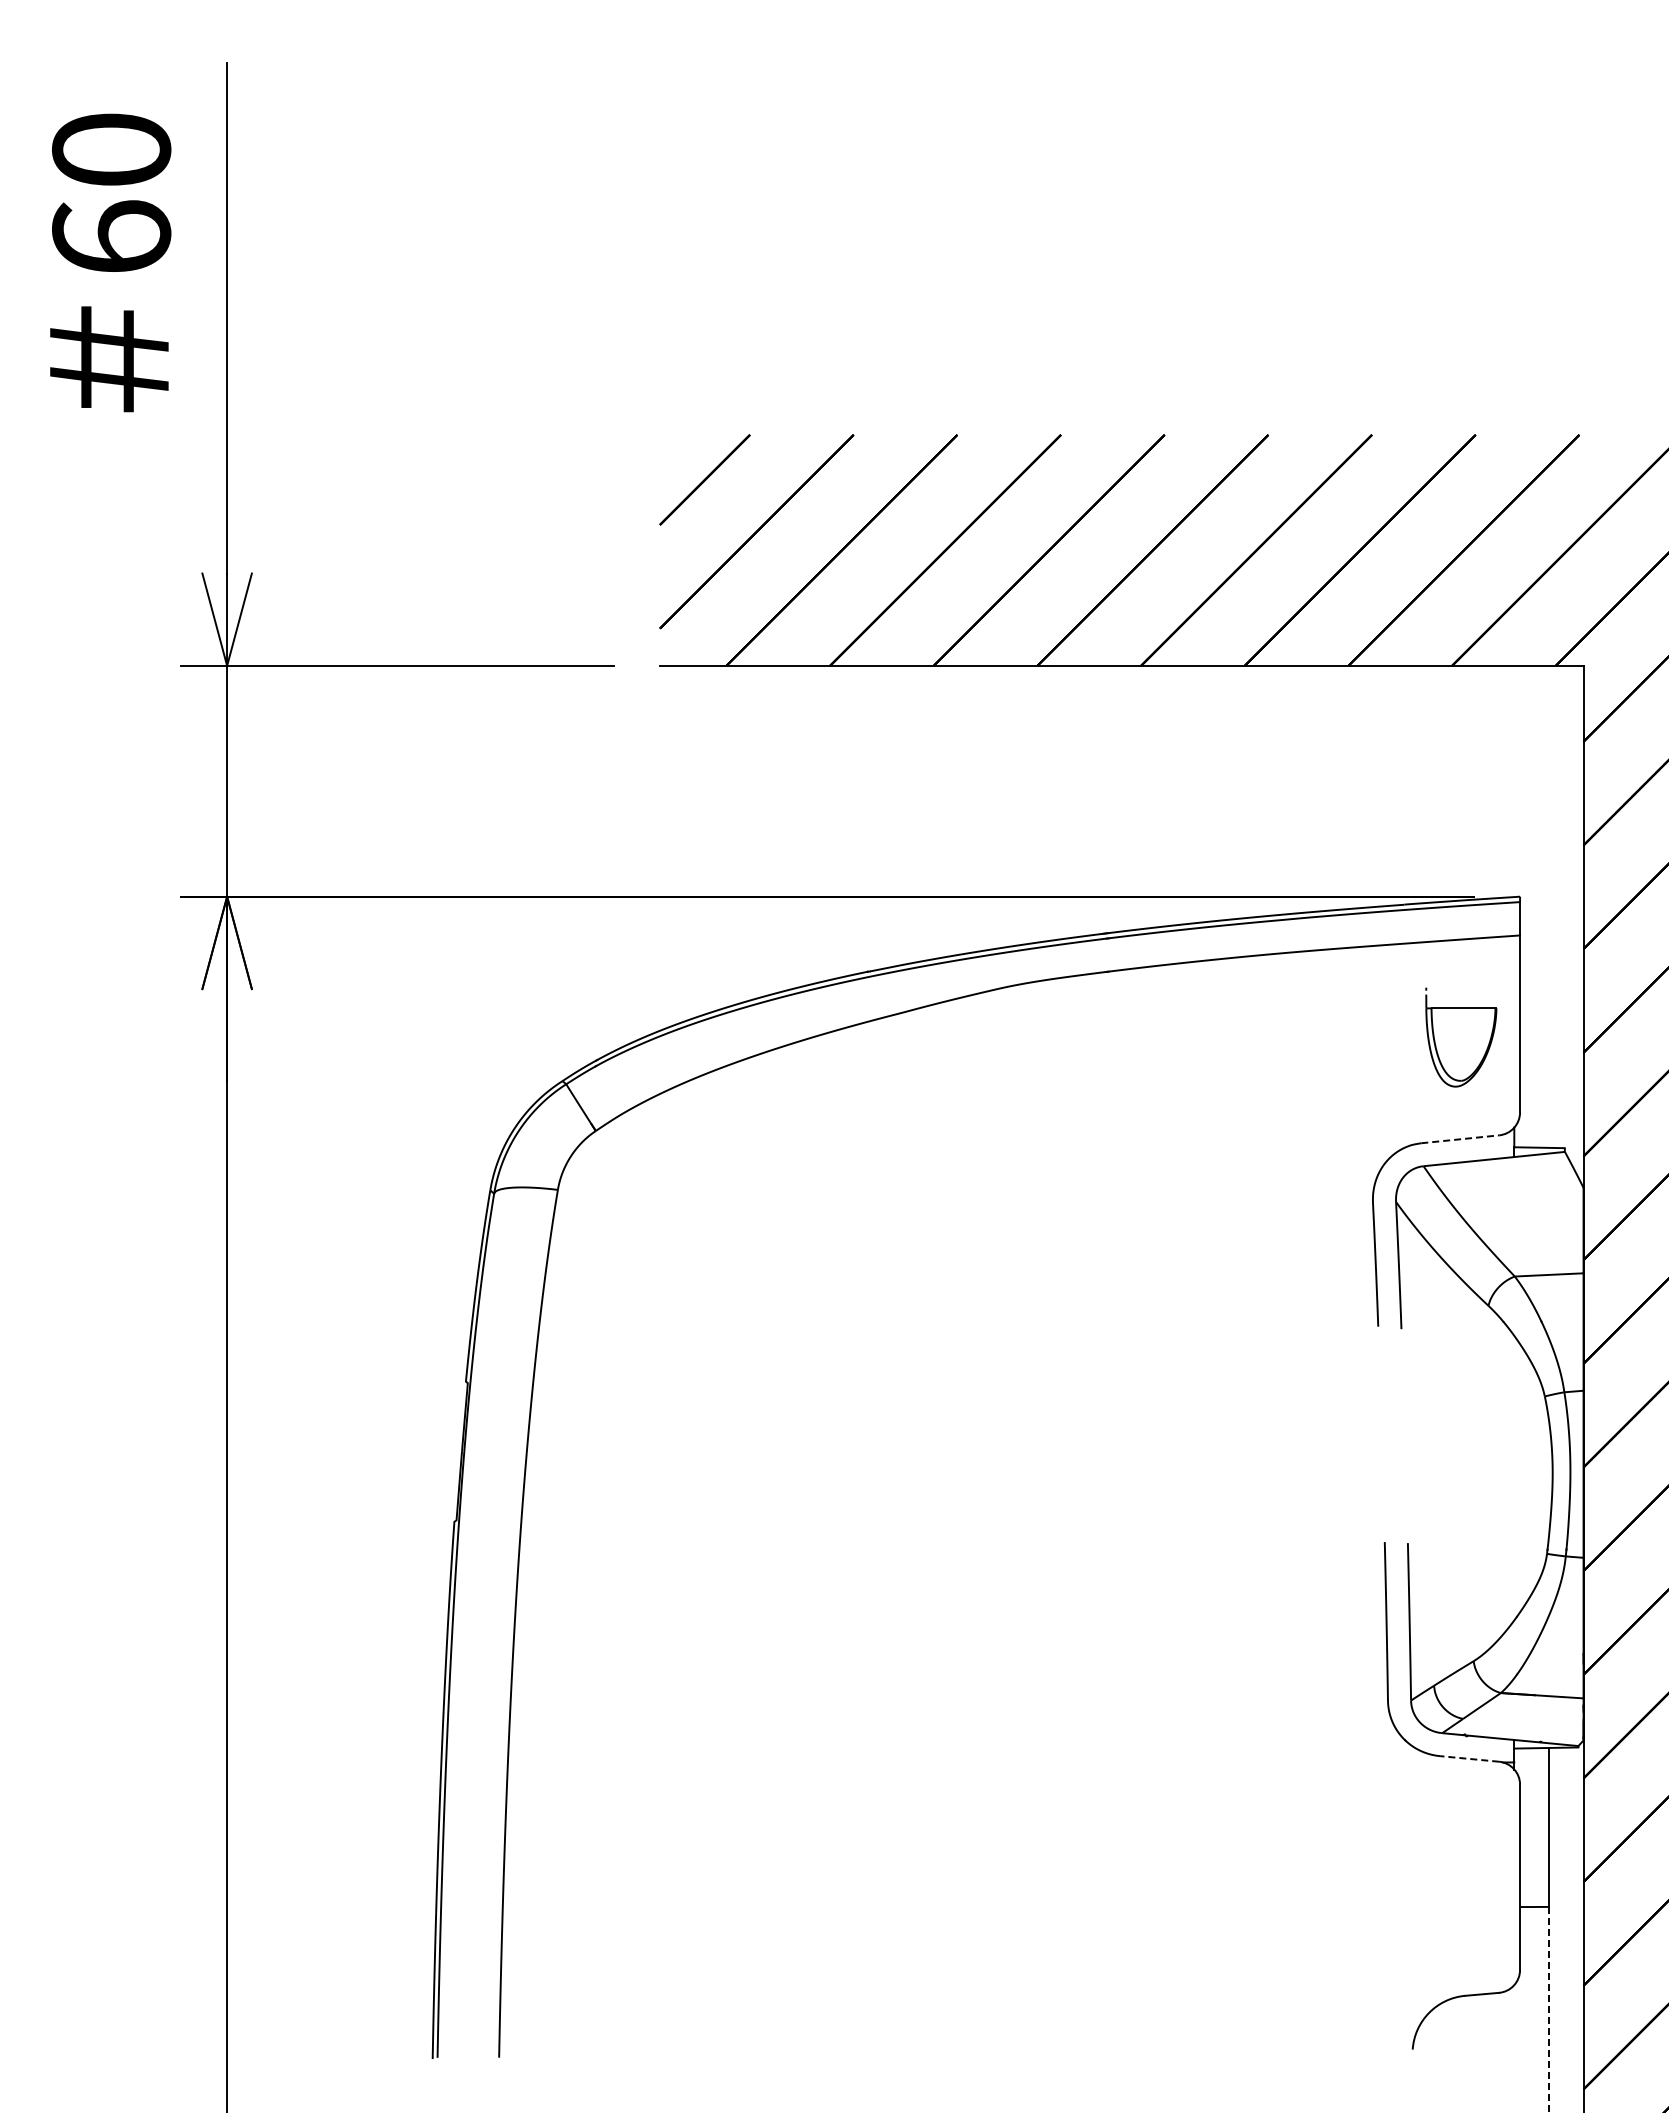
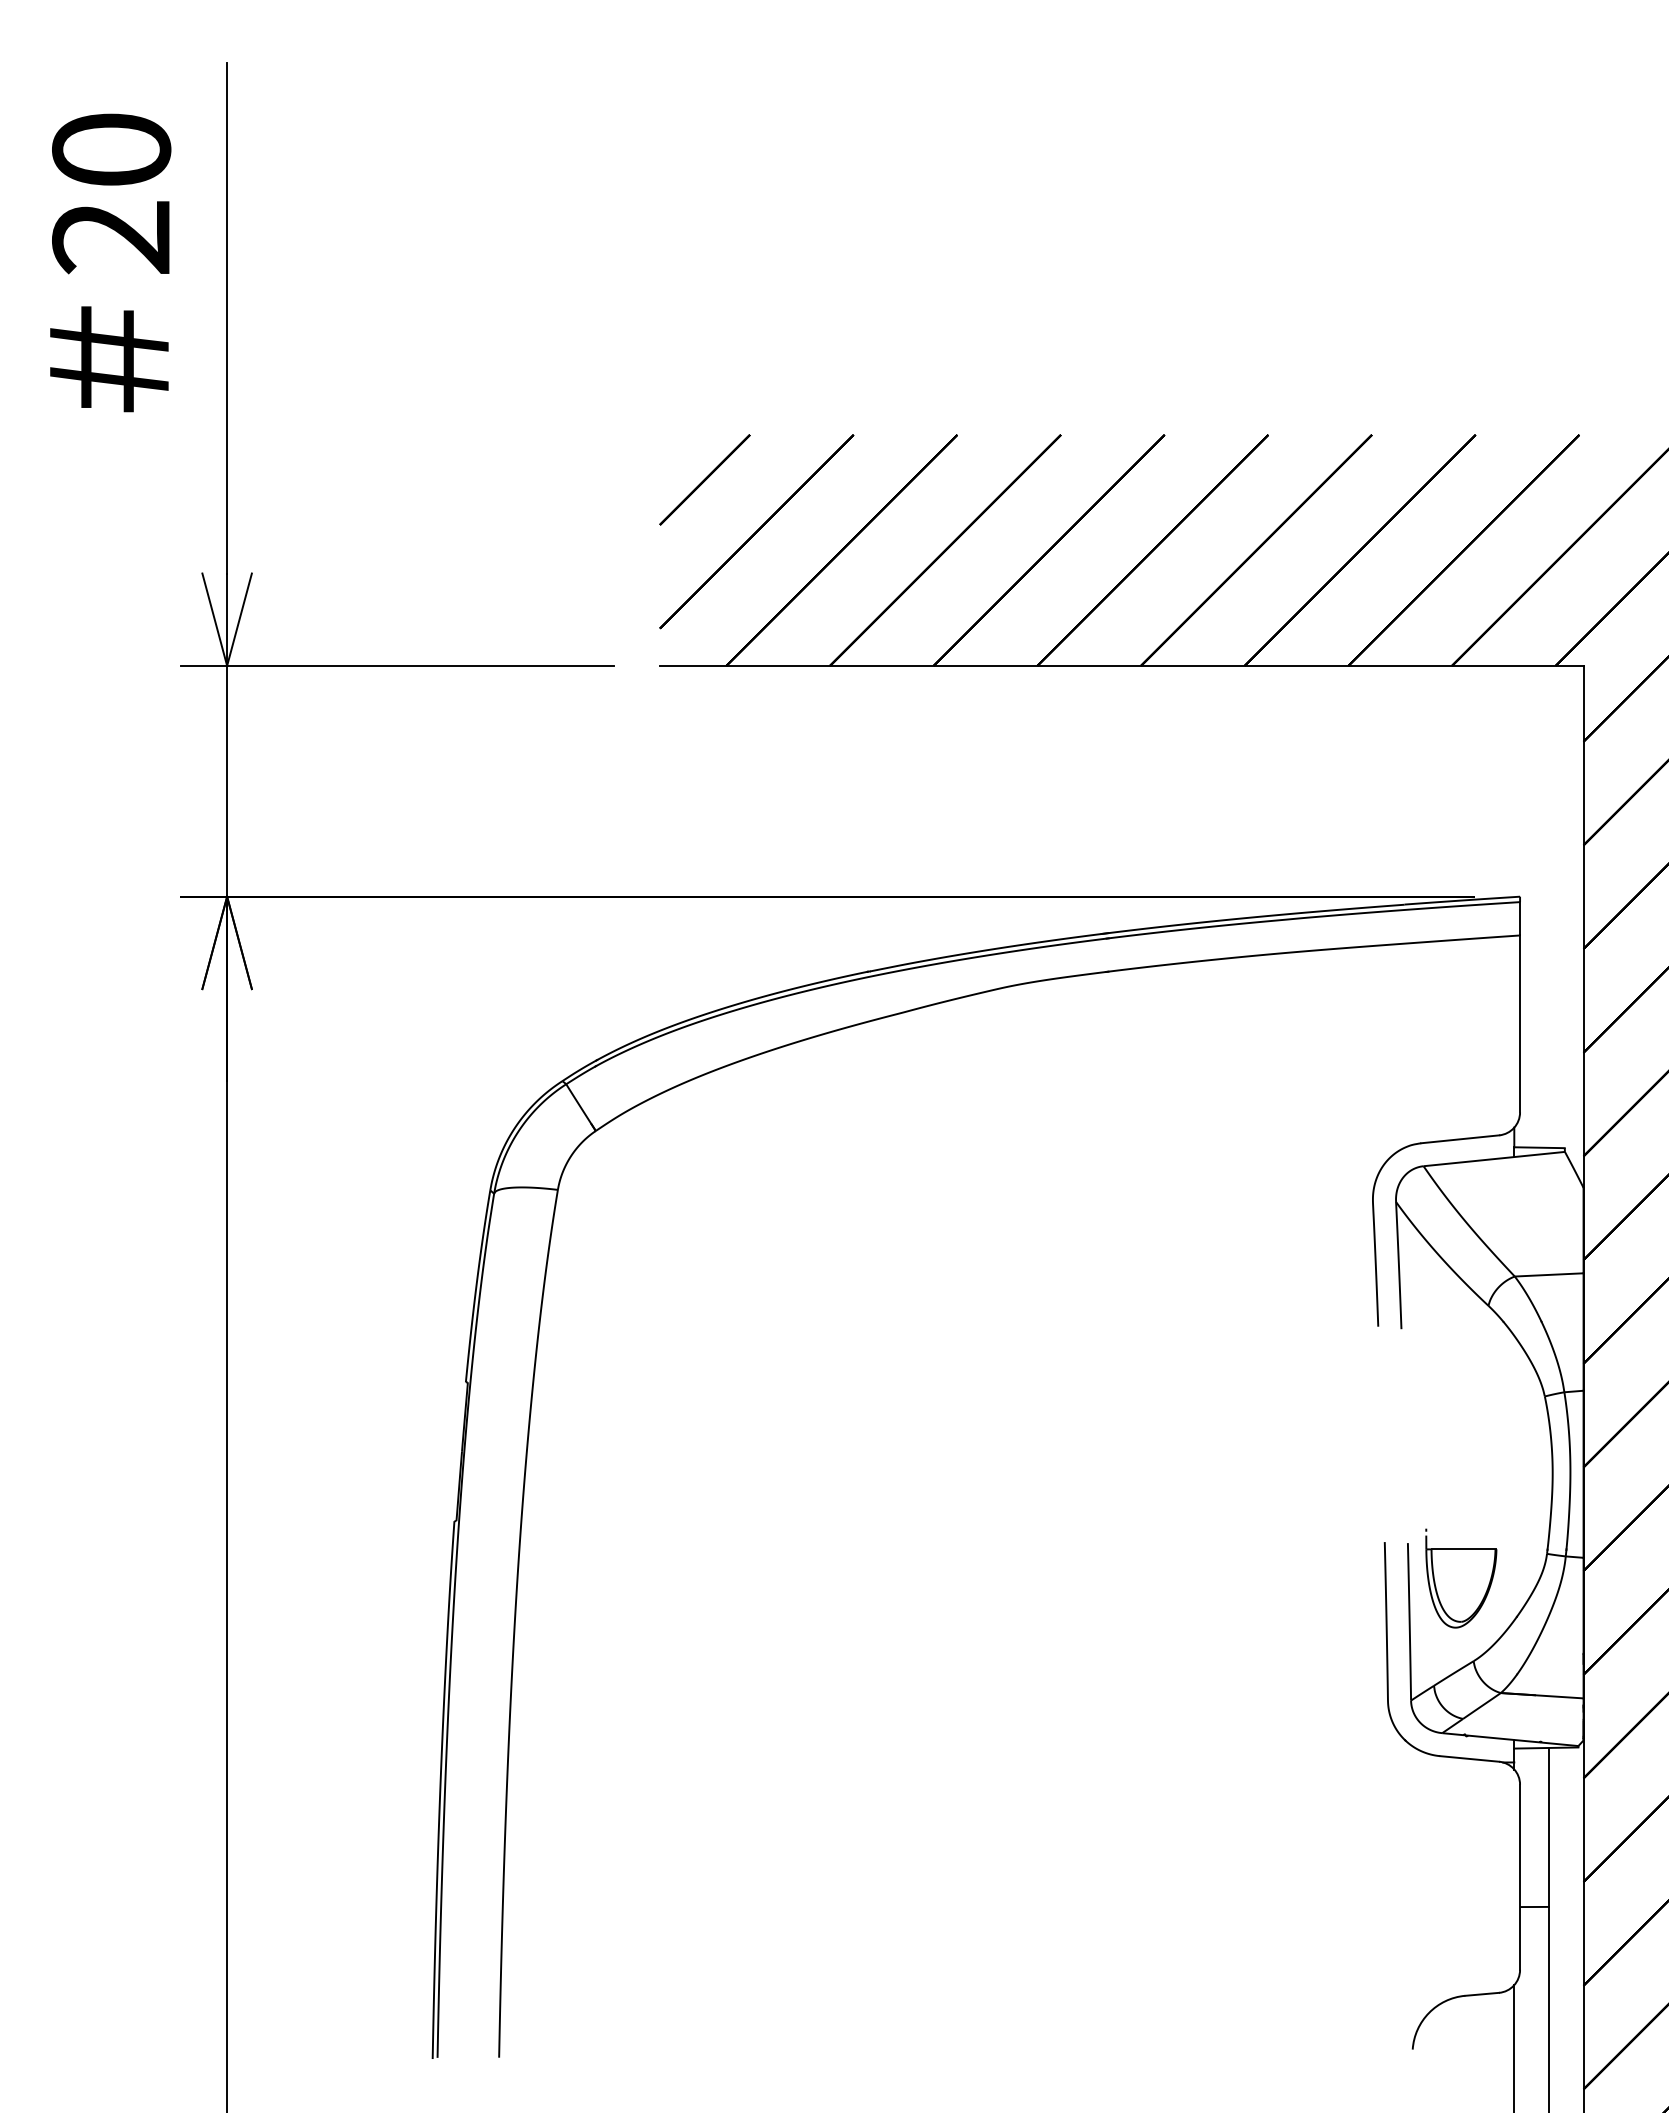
text at (111, 237): 60 -> 20
part at (1461, 1037) position: (1461, 1037) -> (1461, 1578)
line at (1460, 1139): dashed -> solid
line at (1469, 1758): dashed -> solid
line at (1548, 2009): dashed -> solid
line at (1514, 2047): none -> present
